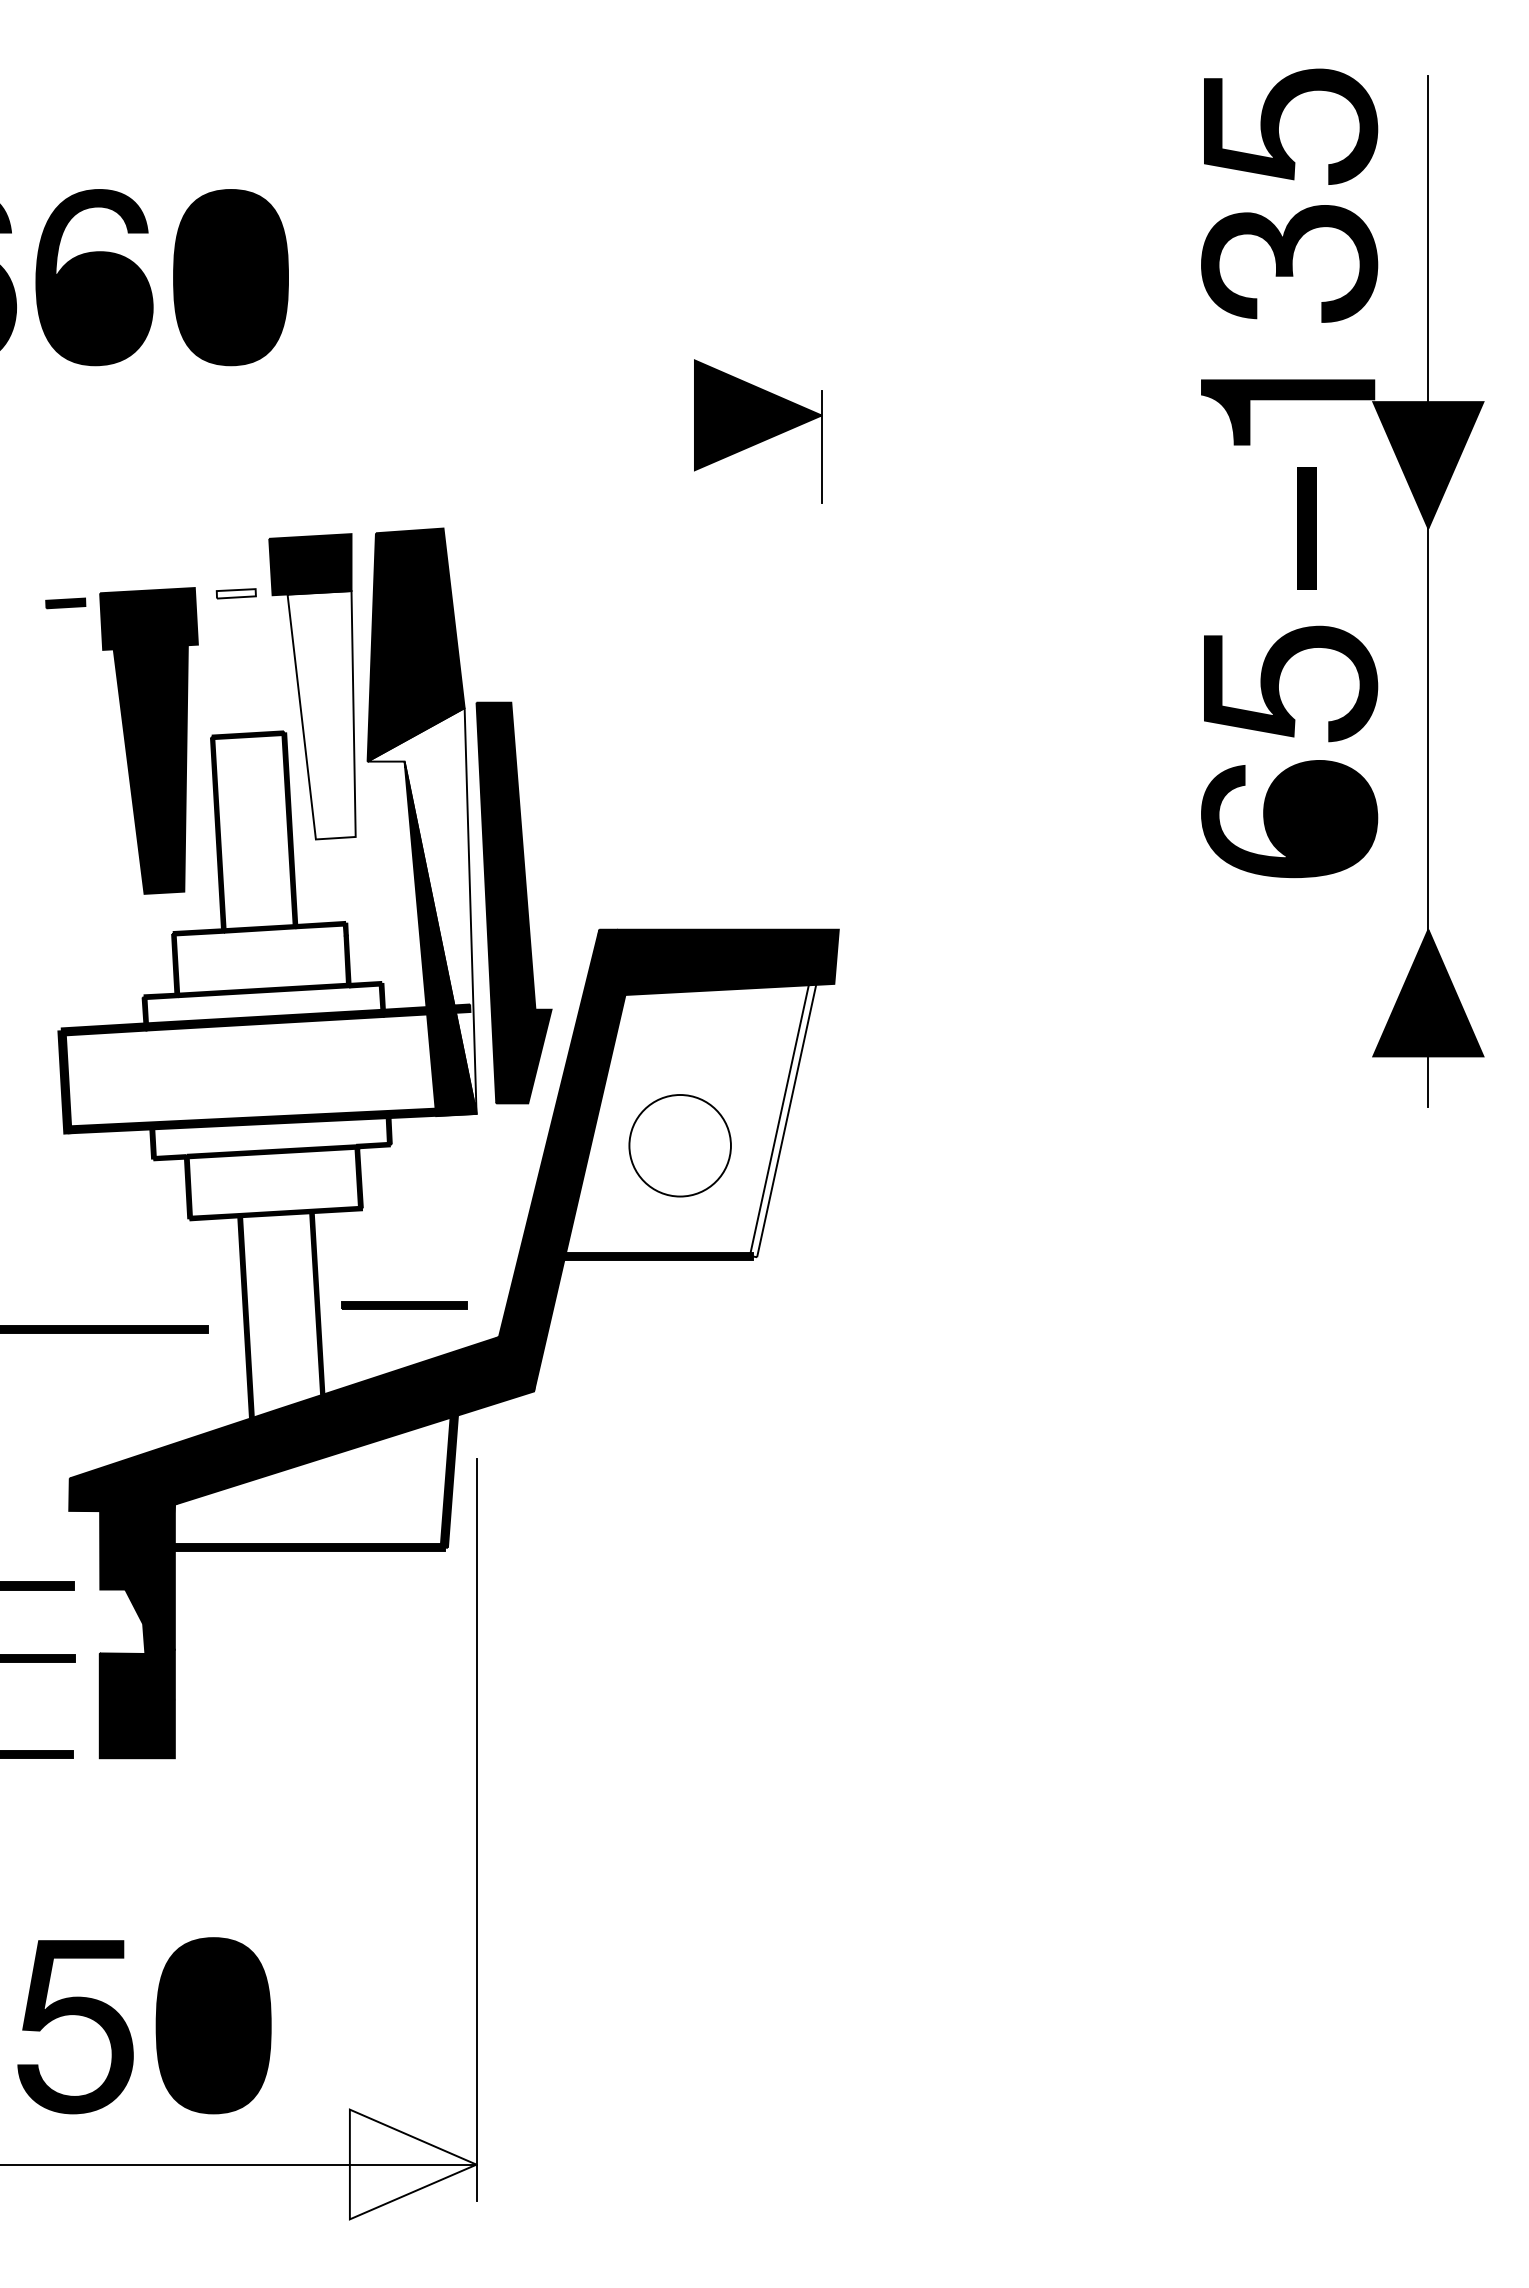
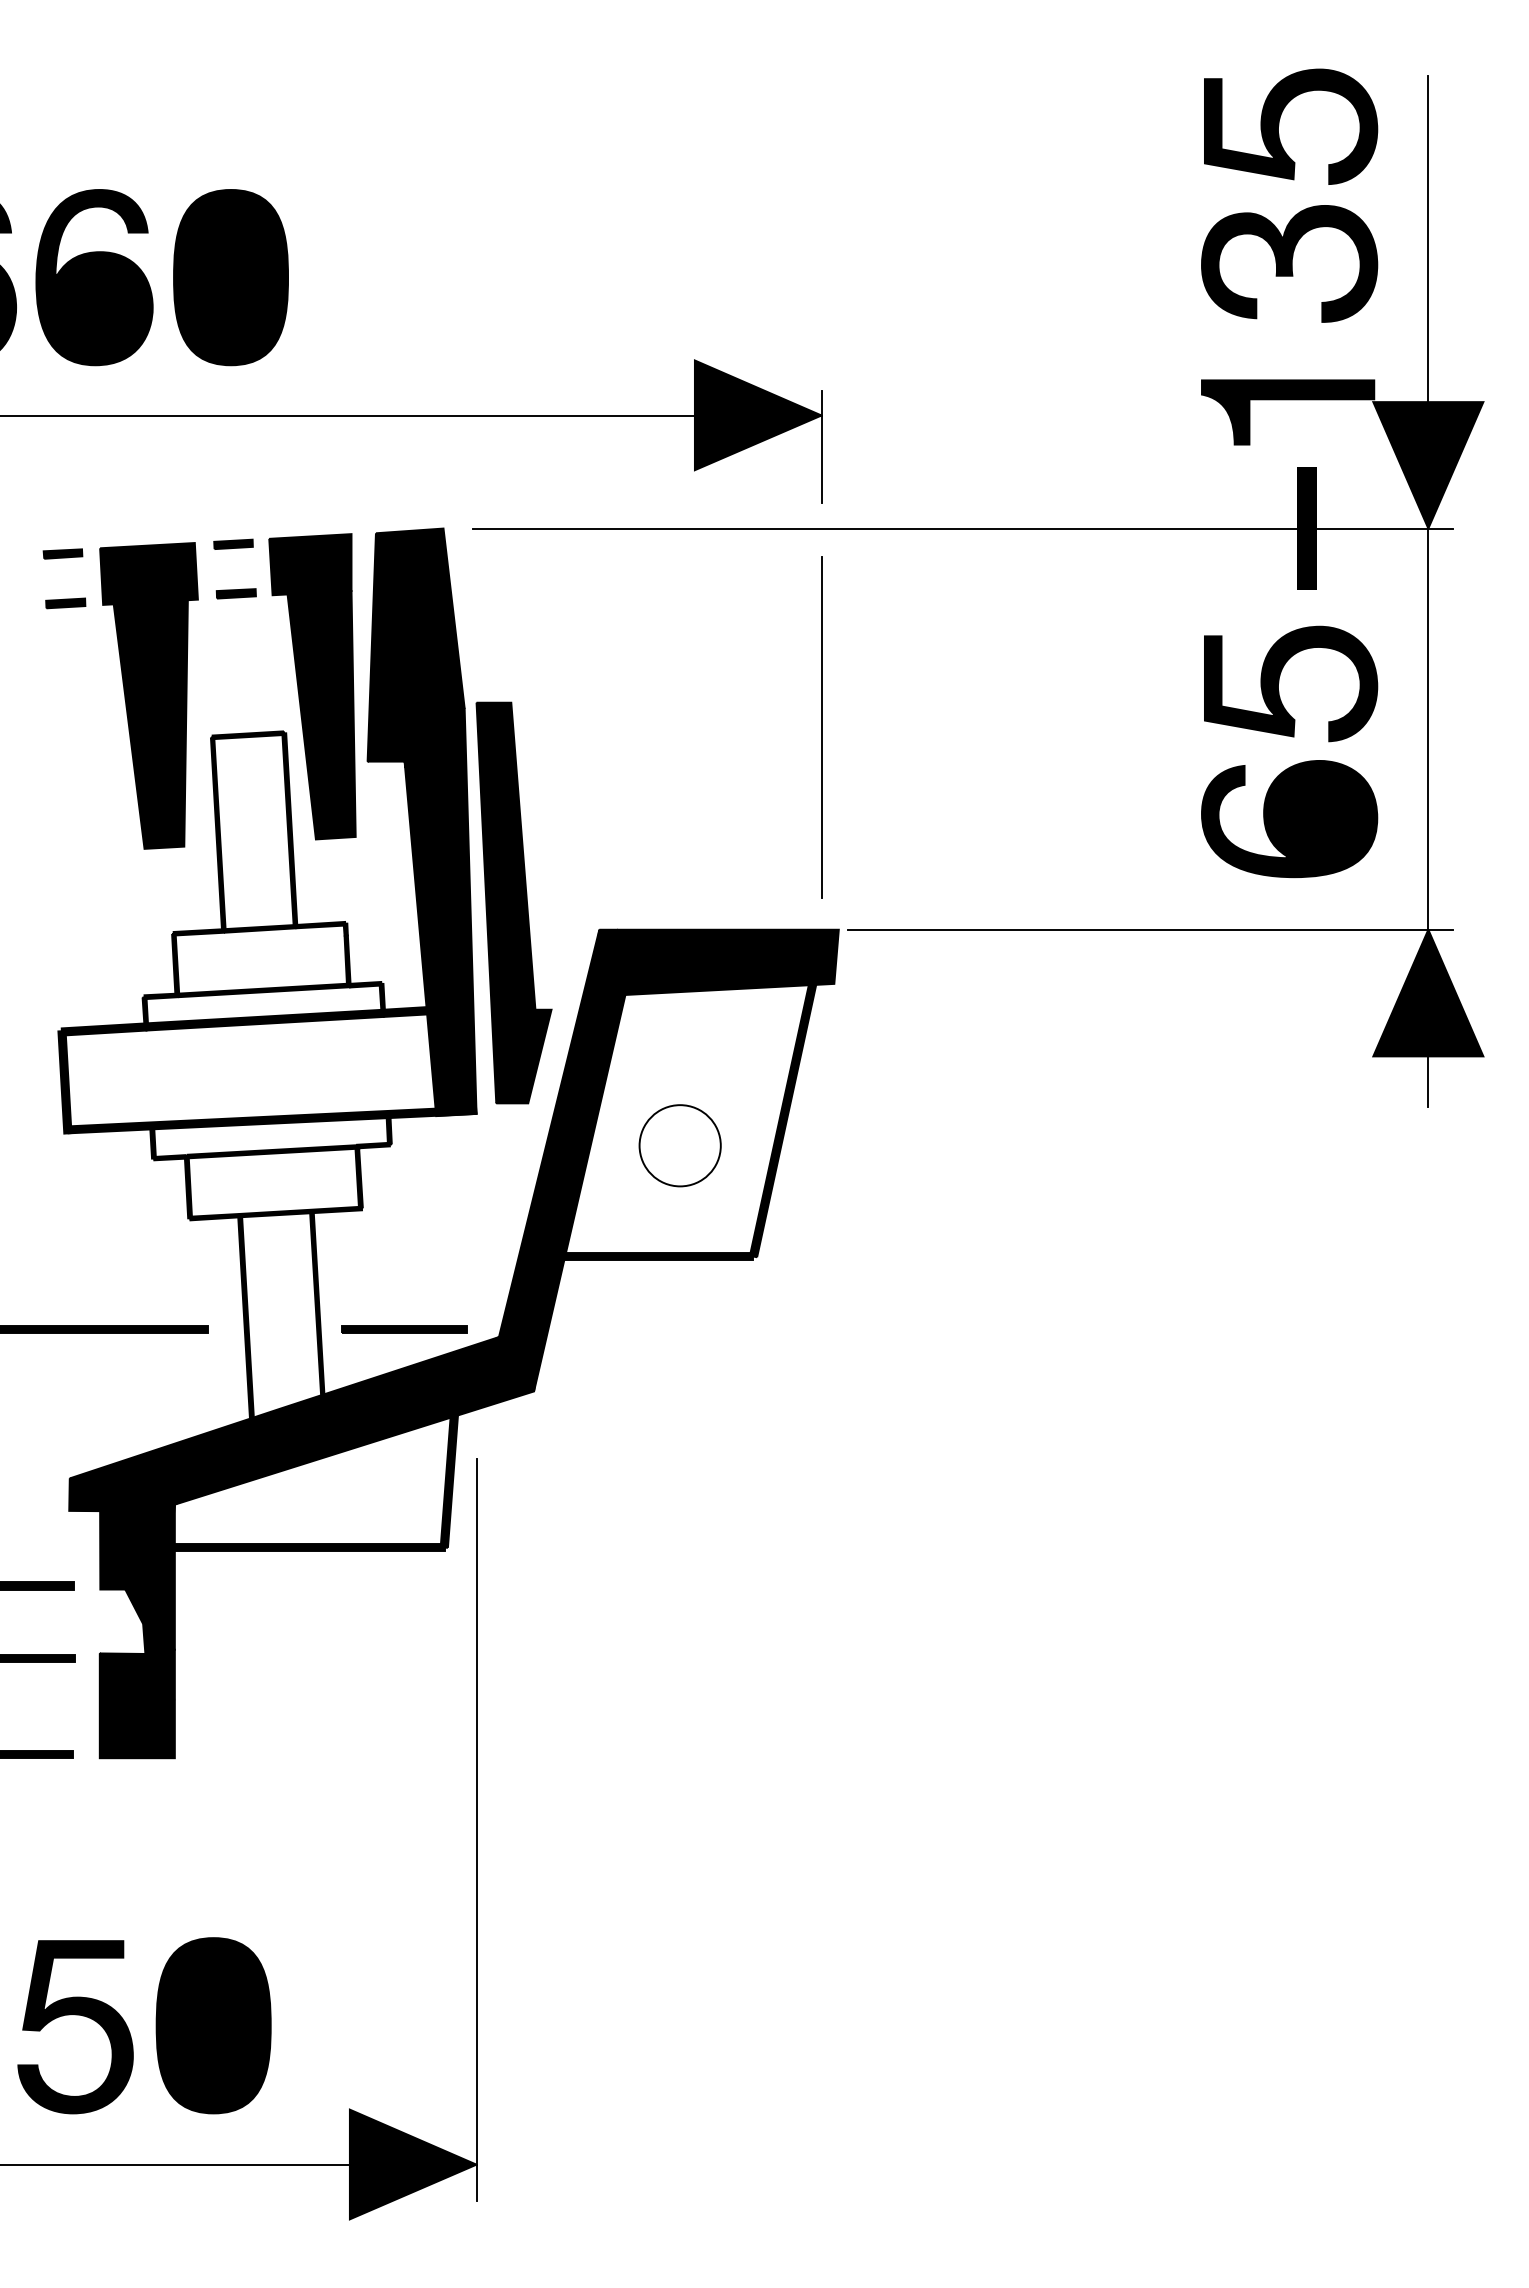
line at (411, 415): none -> present
line at (962, 528): none -> present
part at (233, 543): none -> present
part at (62, 553): none -> present
fill at (235, 593): none -> present
fill at (321, 715): none -> present
line at (821, 727): none -> present
part at (148, 740) position: (148, 740) -> (148, 695)
fill at (421, 910): none -> present
line at (1150, 929): none -> present
fill at (783, 1115): none -> present
circle at (679, 1145) diameter: 102 px -> 81 px
part at (404, 1305) position: (404, 1305) -> (404, 1329)
fill at (412, 2164): none -> present
